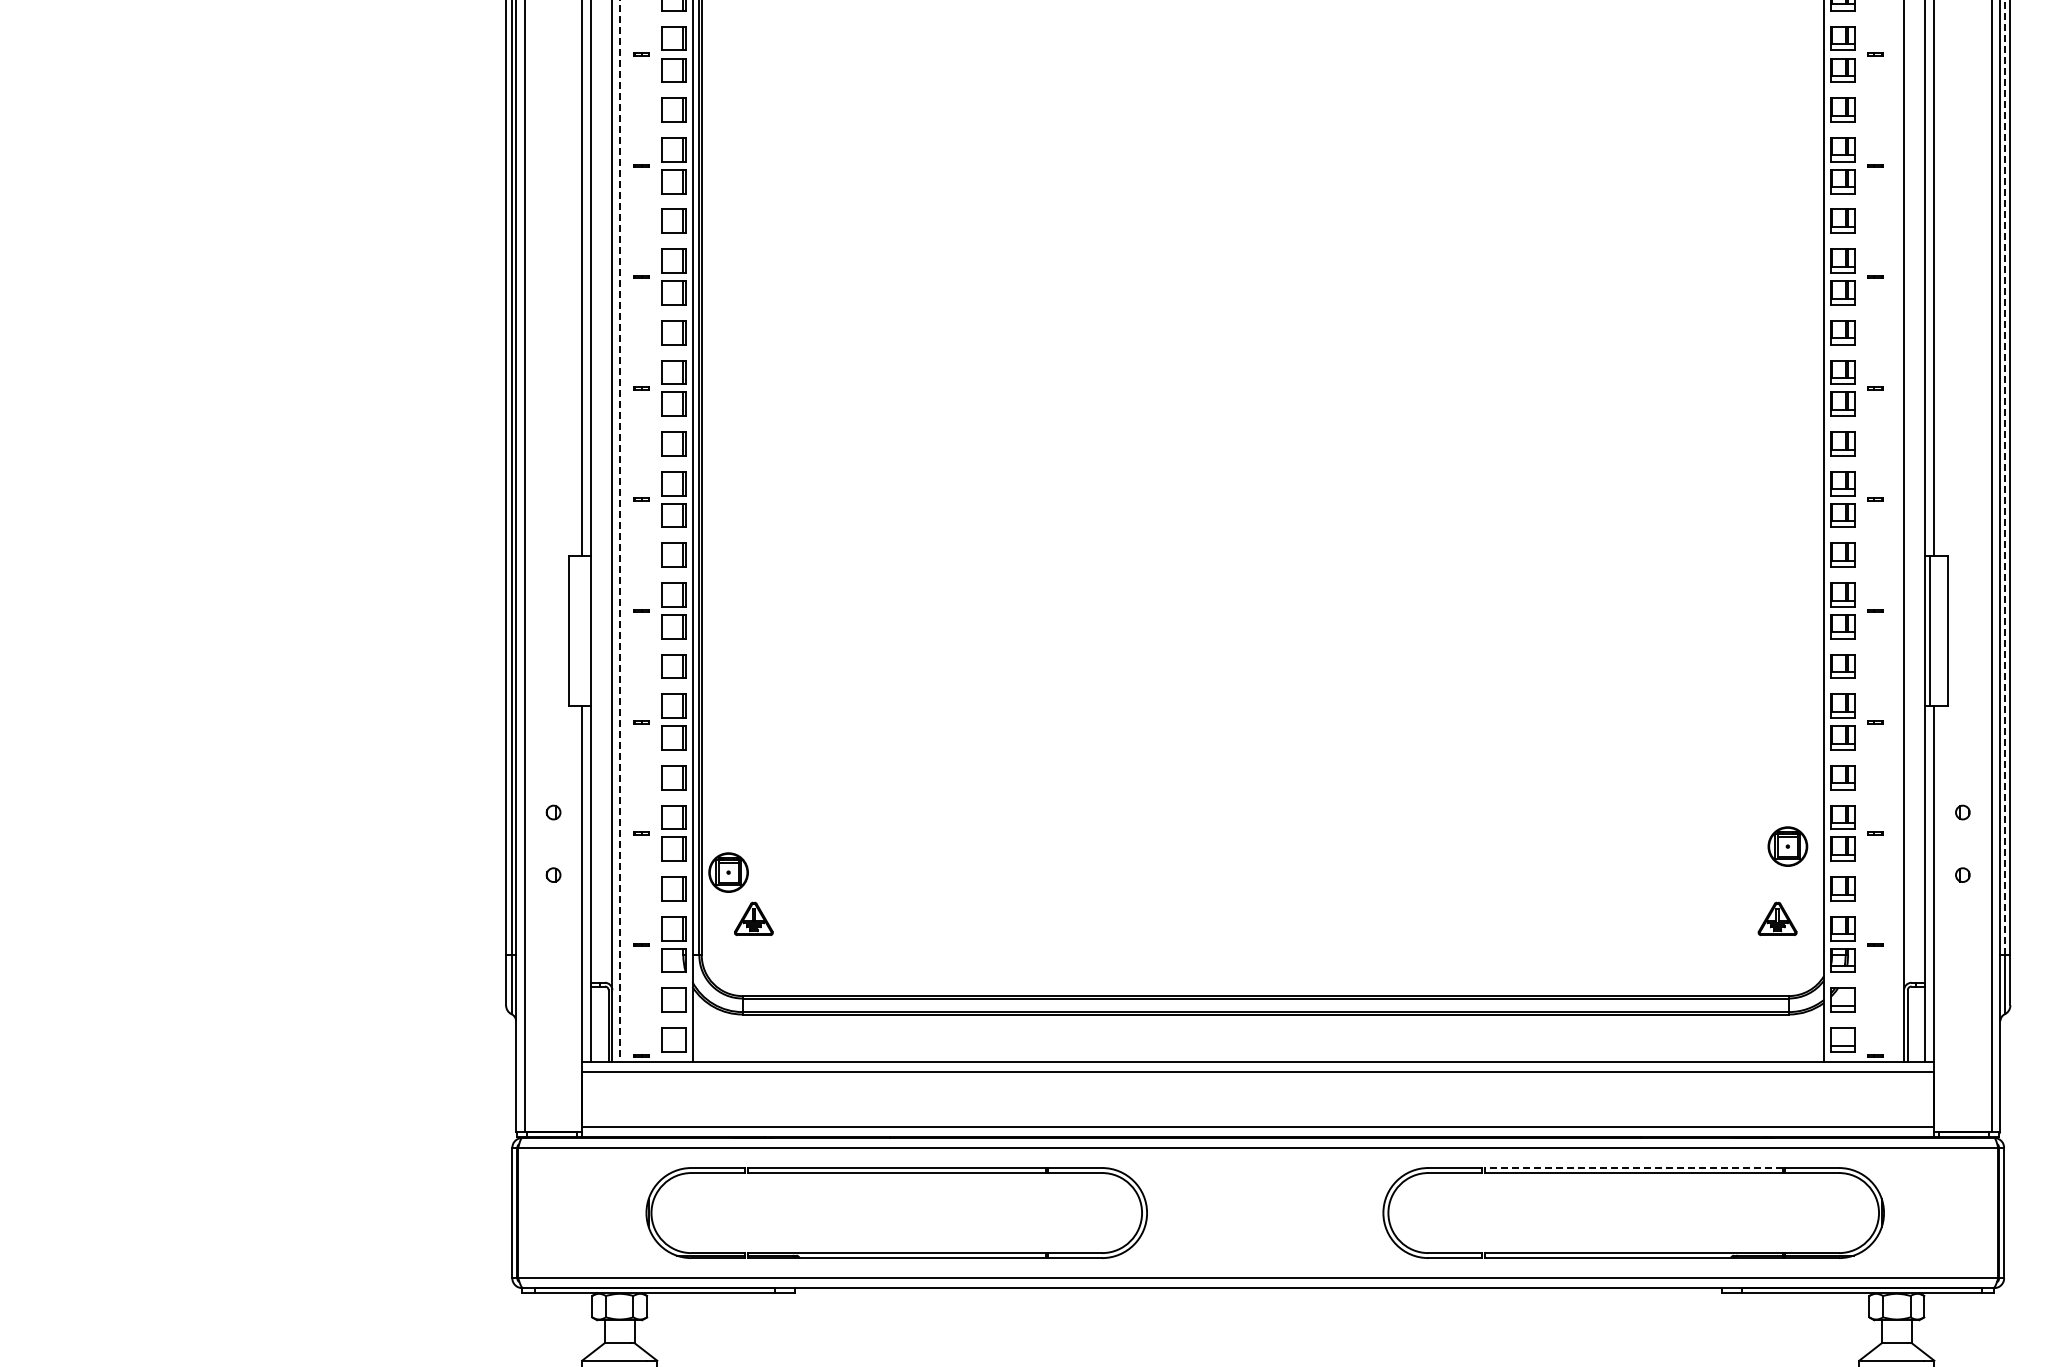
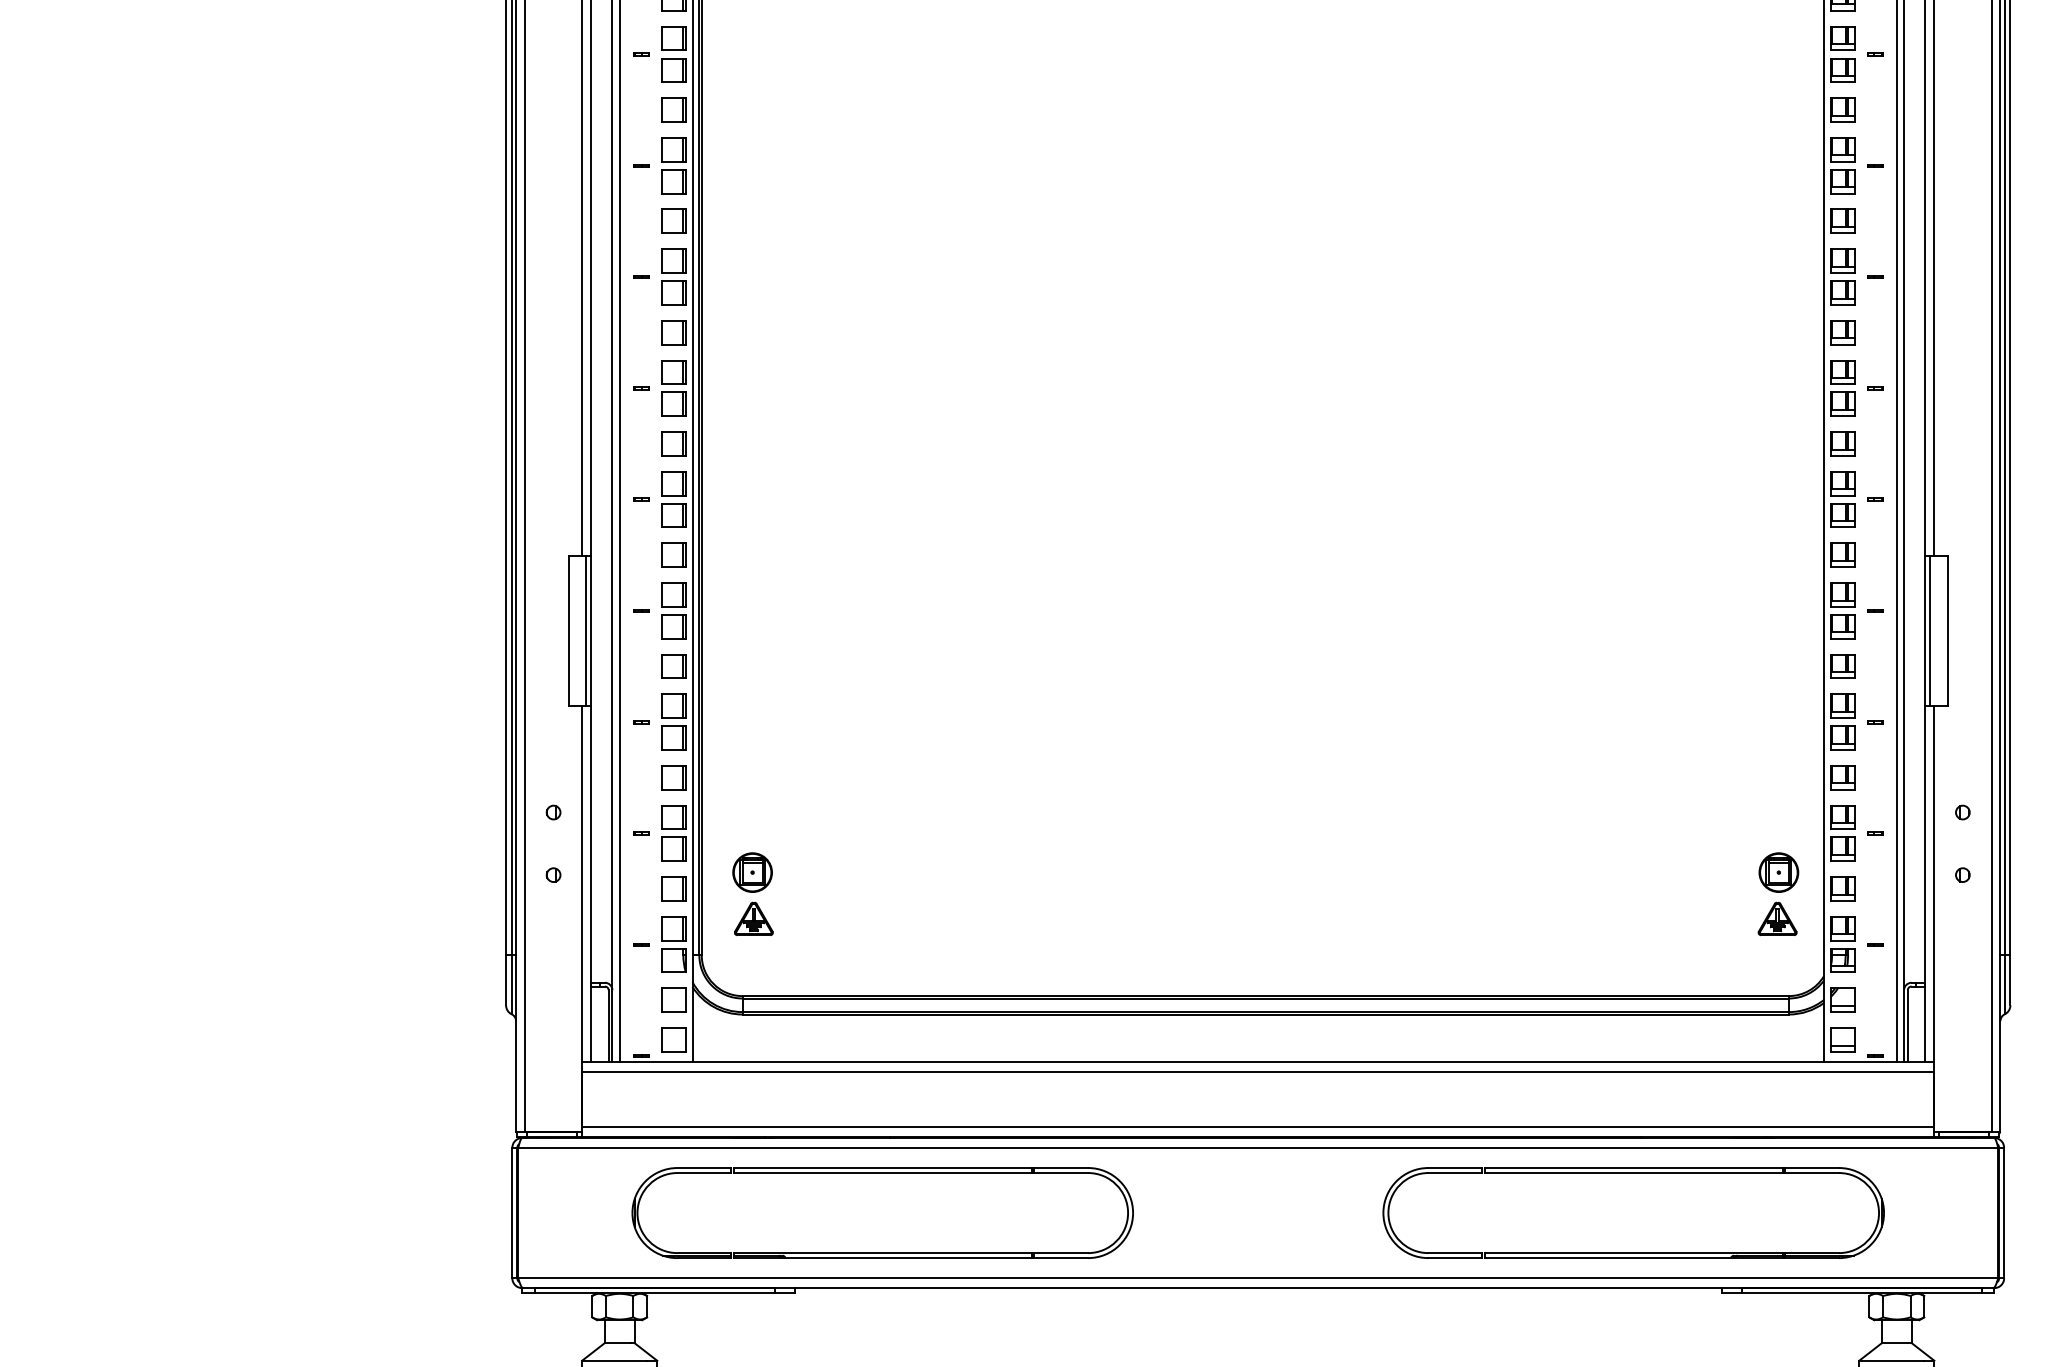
line at (2004, 477): dashed -> solid
line at (619, 531): dashed -> solid
line at (1896, 531): none -> present
line at (586, 631): none -> present
part at (1787, 846) position: (1787, 846) -> (1778, 872)
part at (728, 872) position: (728, 872) -> (752, 872)
line at (1633, 1168): dashed -> solid
part at (896, 1173) position: (896, 1173) -> (882, 1173)
